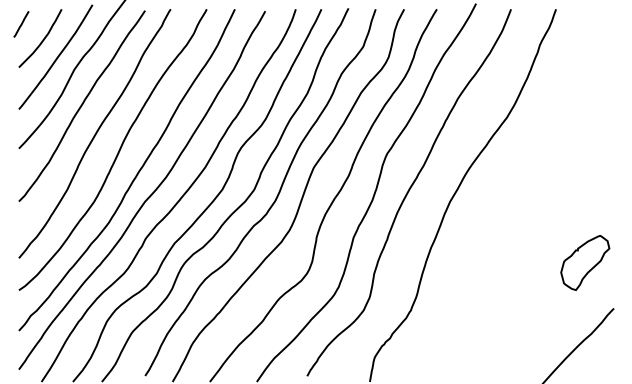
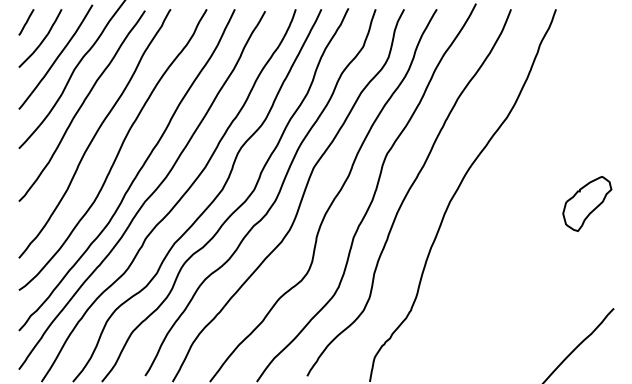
line at (21, 24) position: (21, 24) -> (26, 22)
part at (585, 262) position: (585, 262) -> (587, 203)
